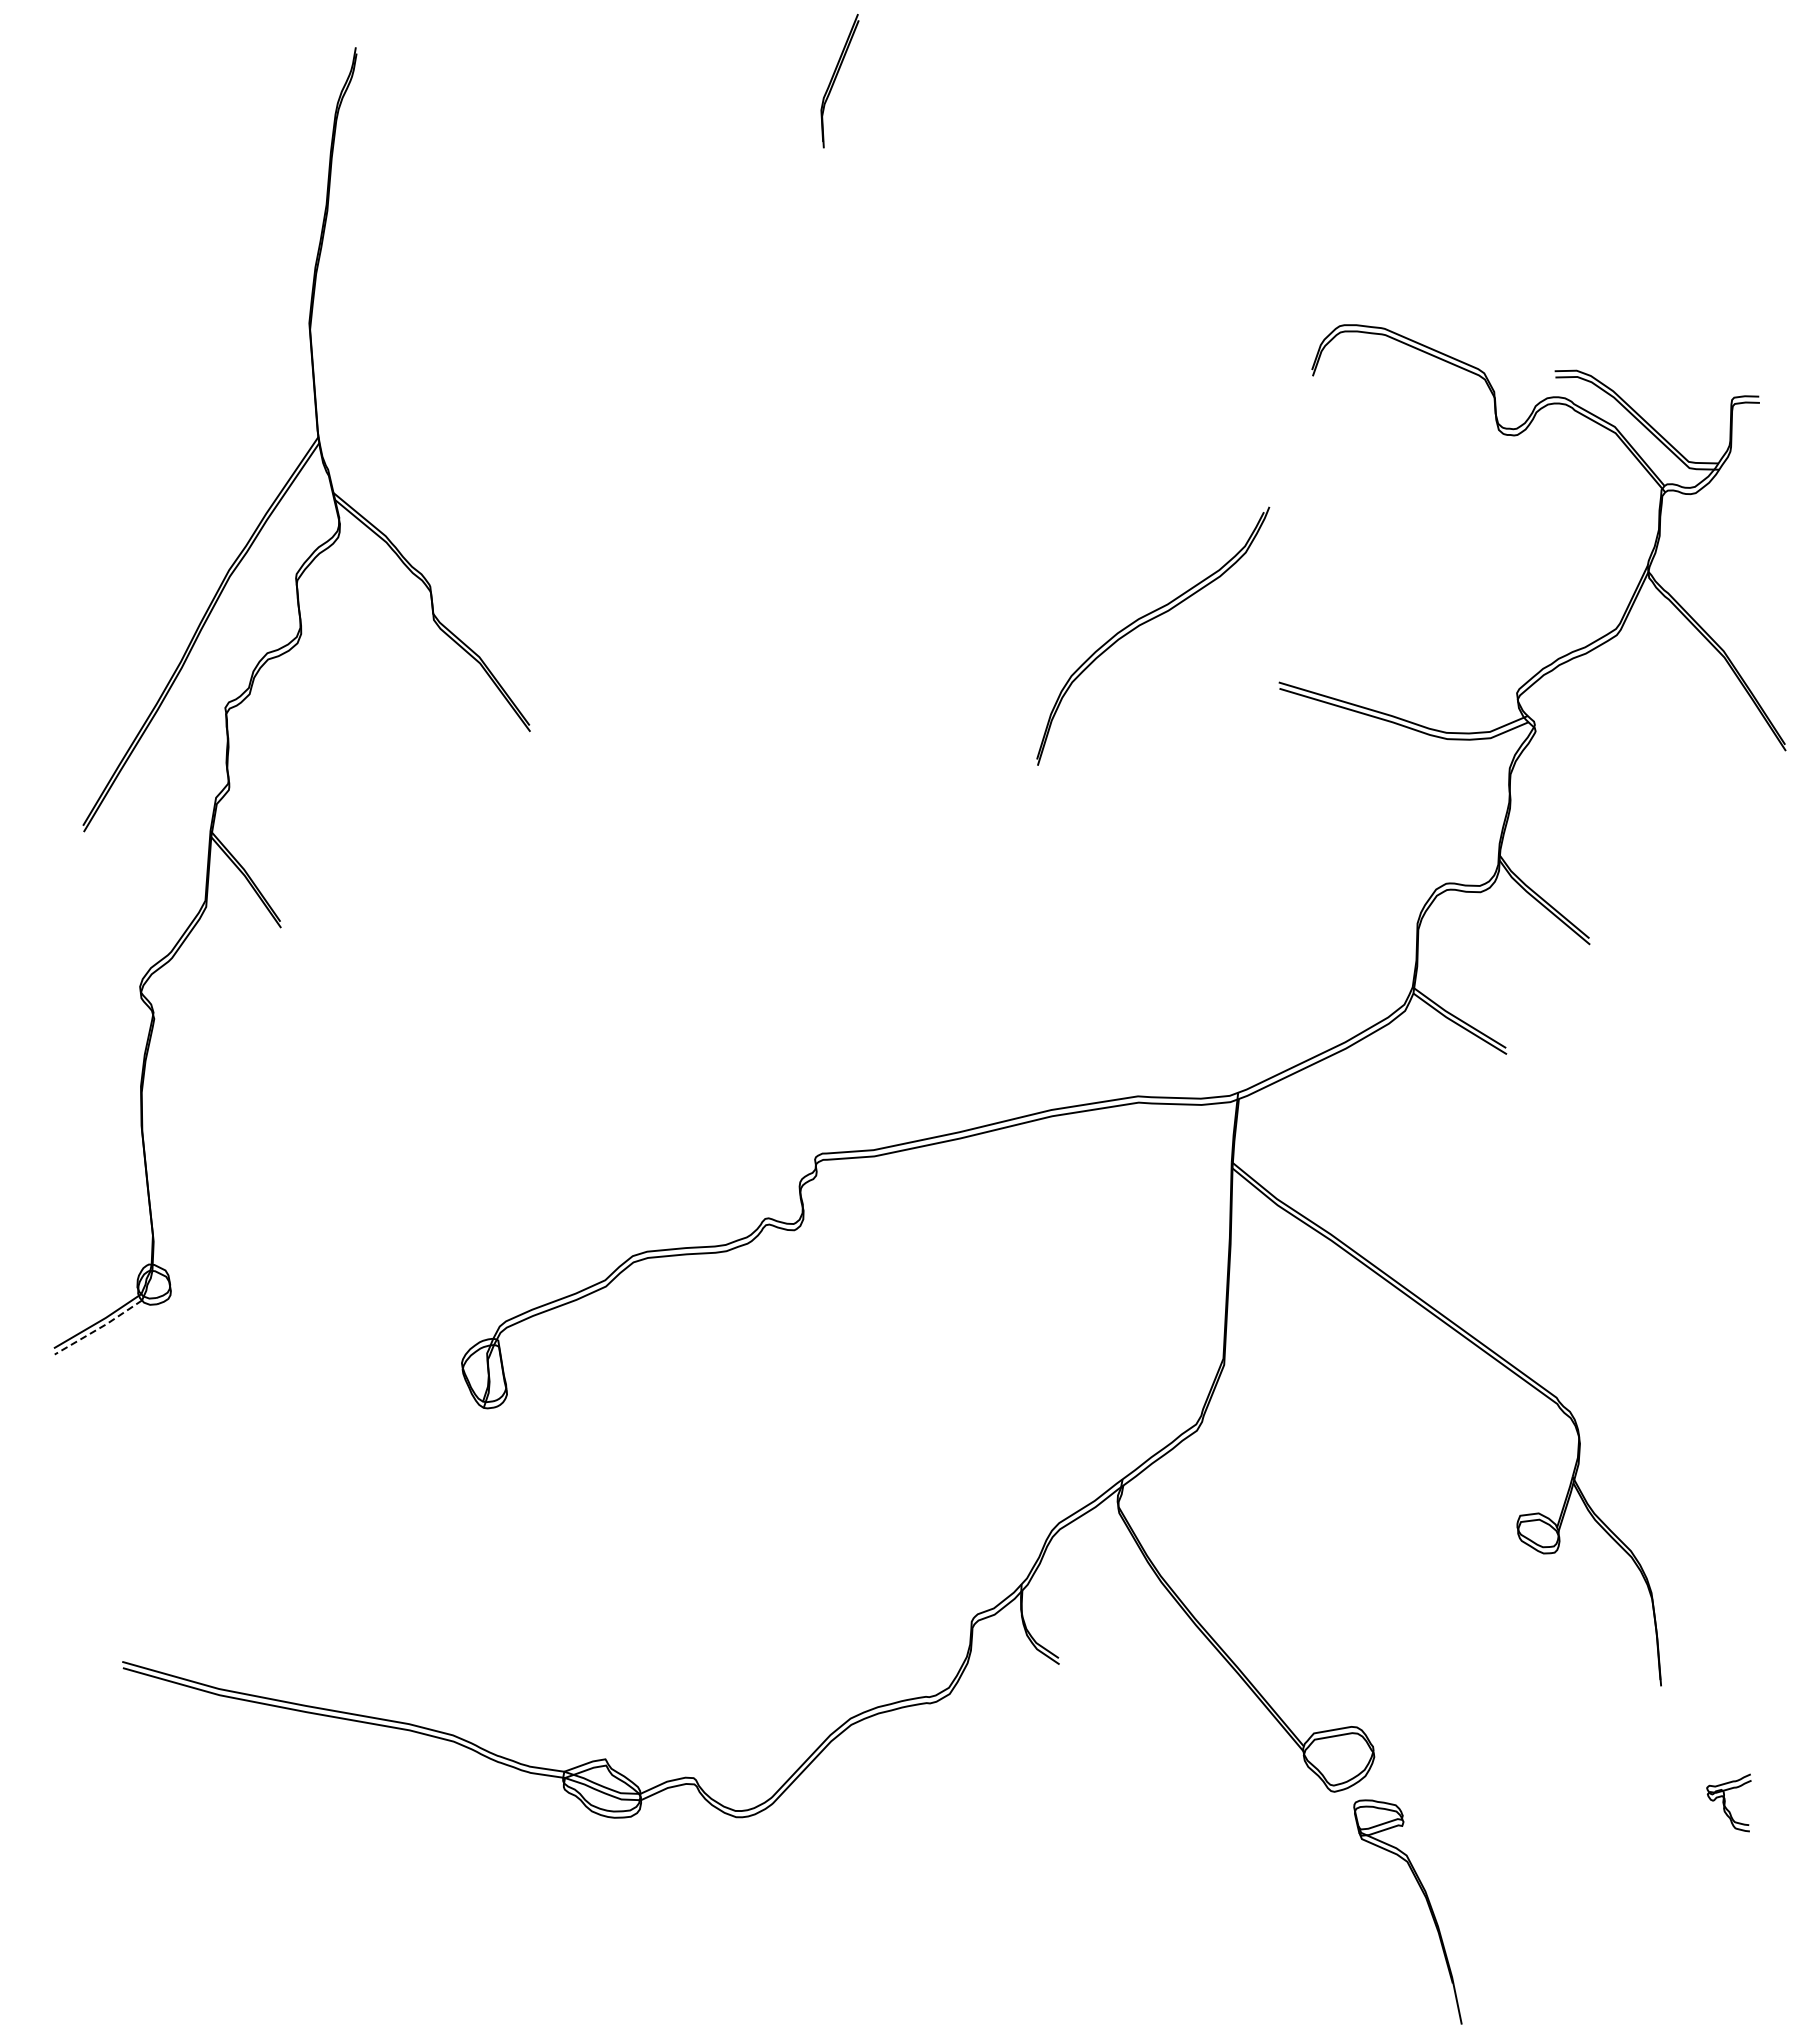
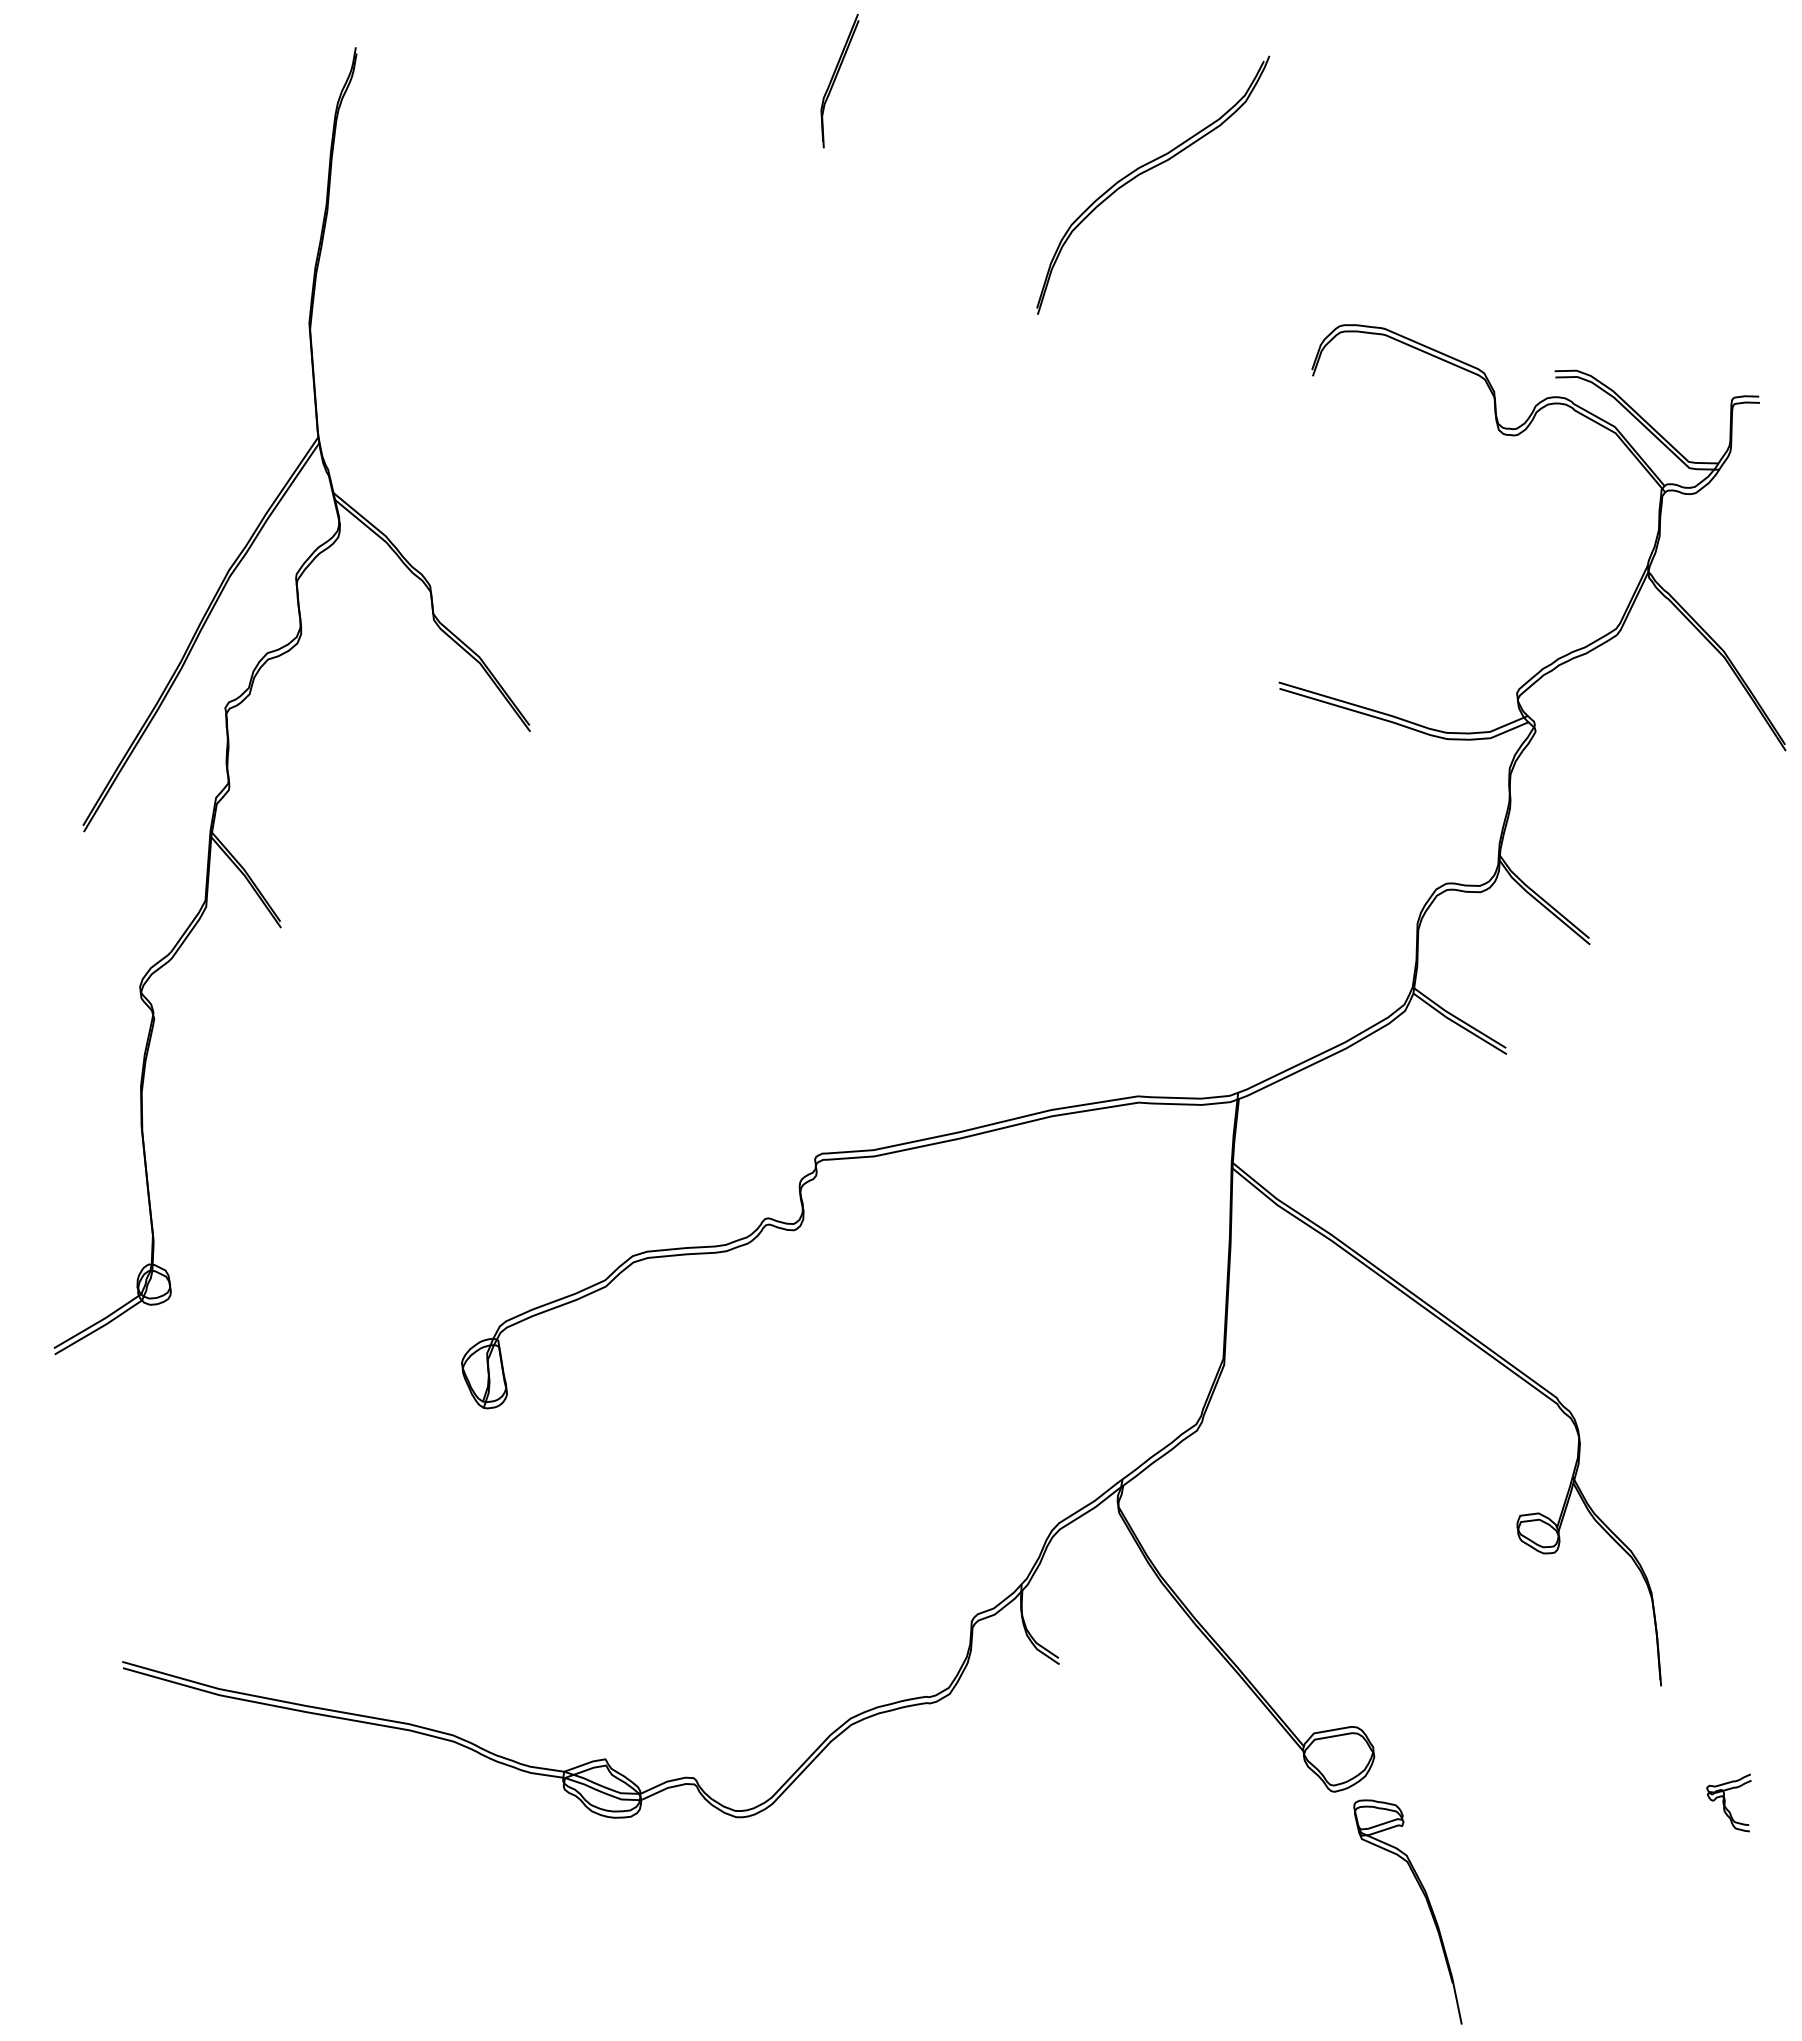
part at (1147, 622) position: (1147, 622) -> (1147, 171)
line at (99, 1328): dashed -> solid
